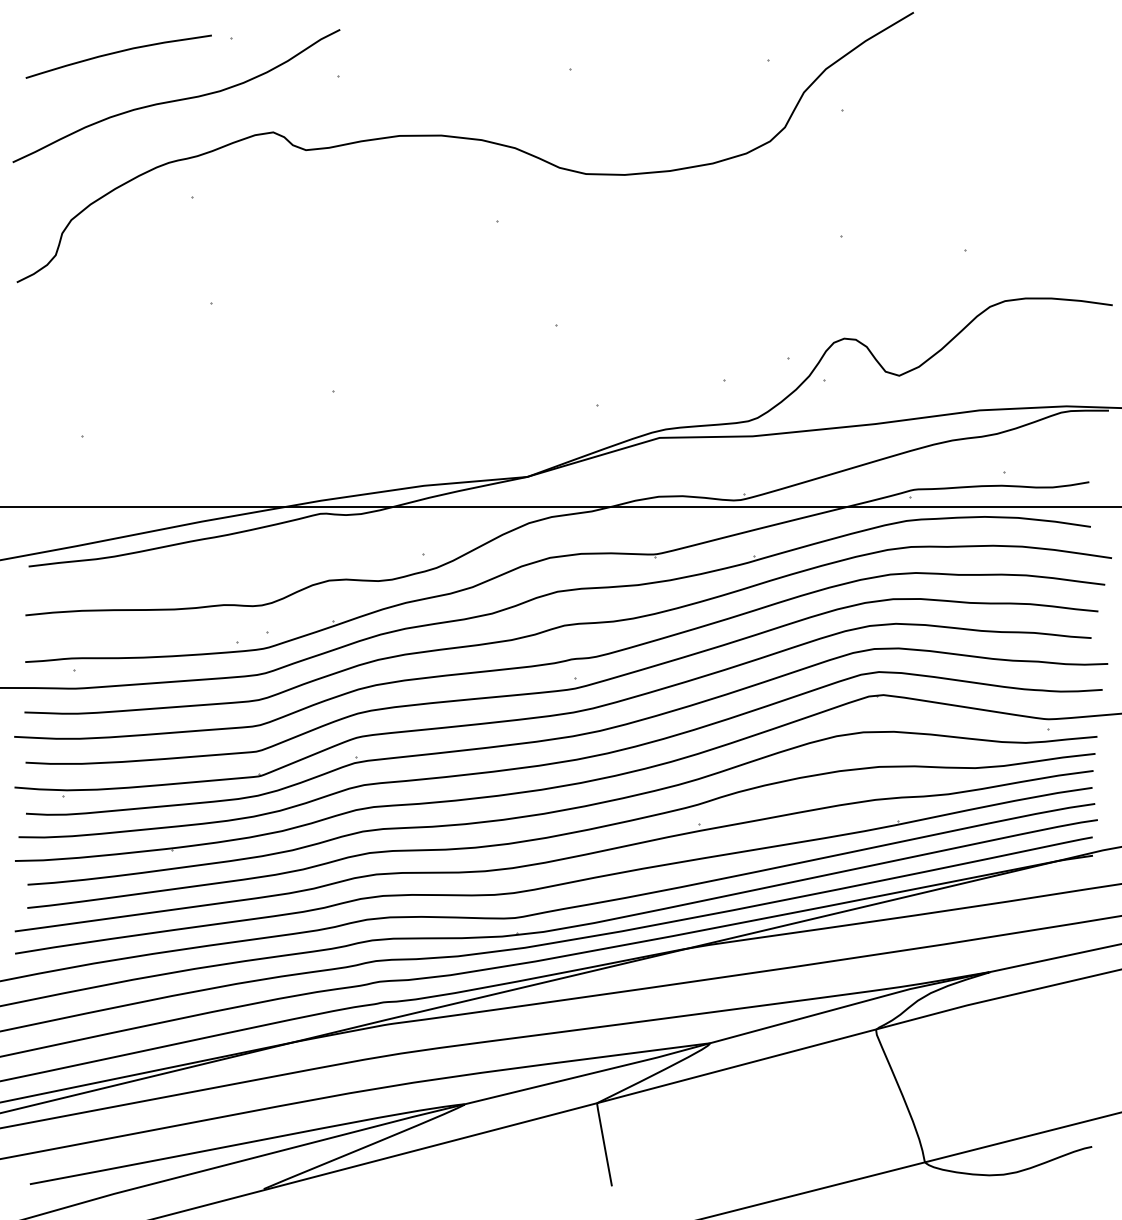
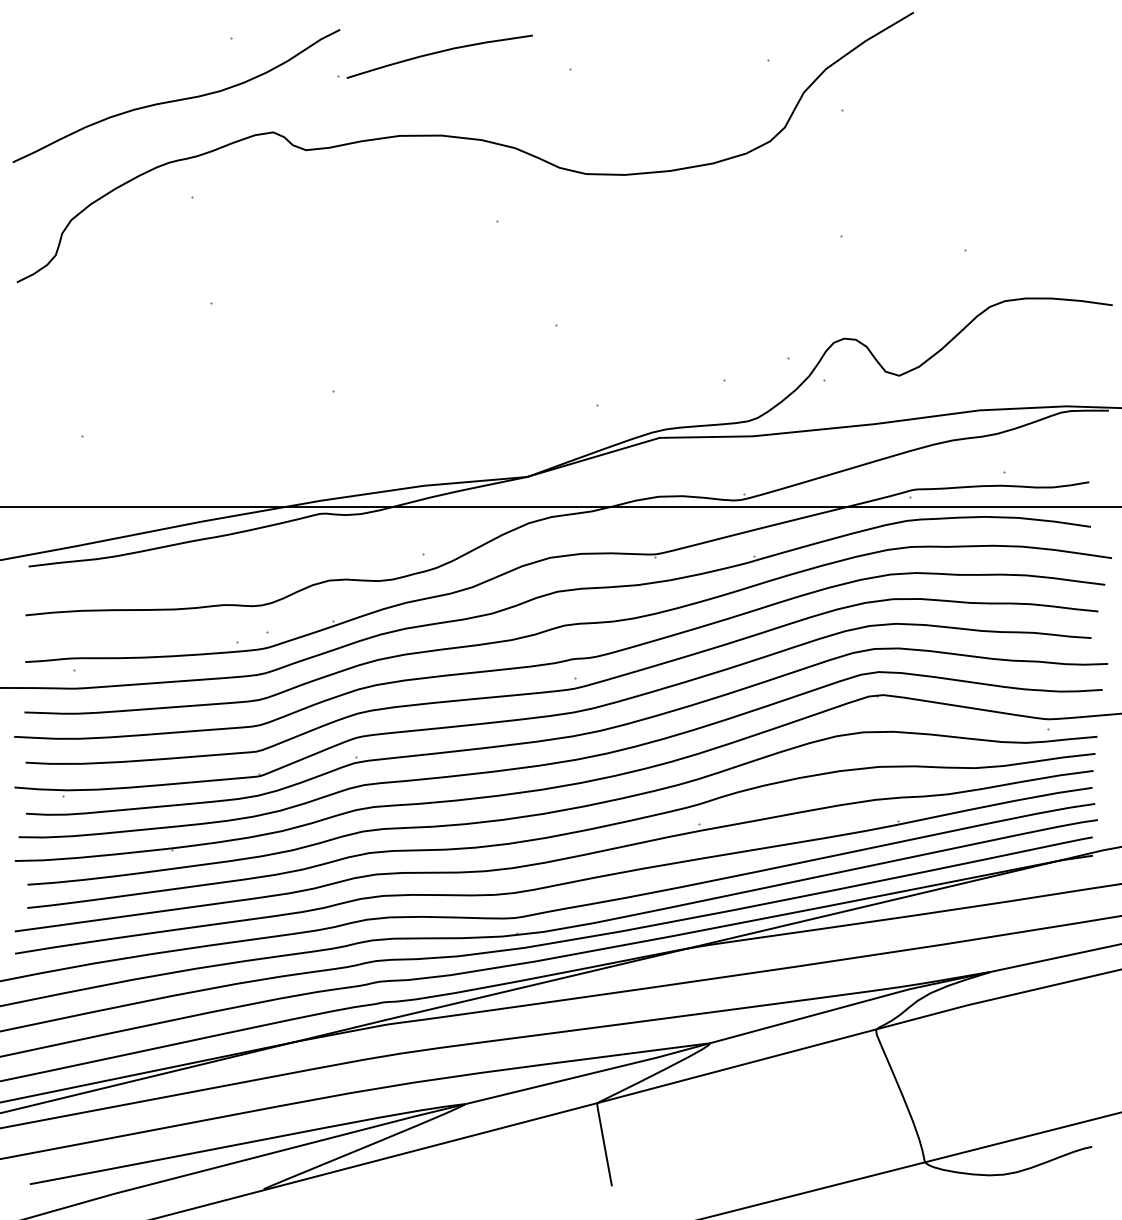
curve at (117, 53) position: (117, 53) -> (438, 53)
